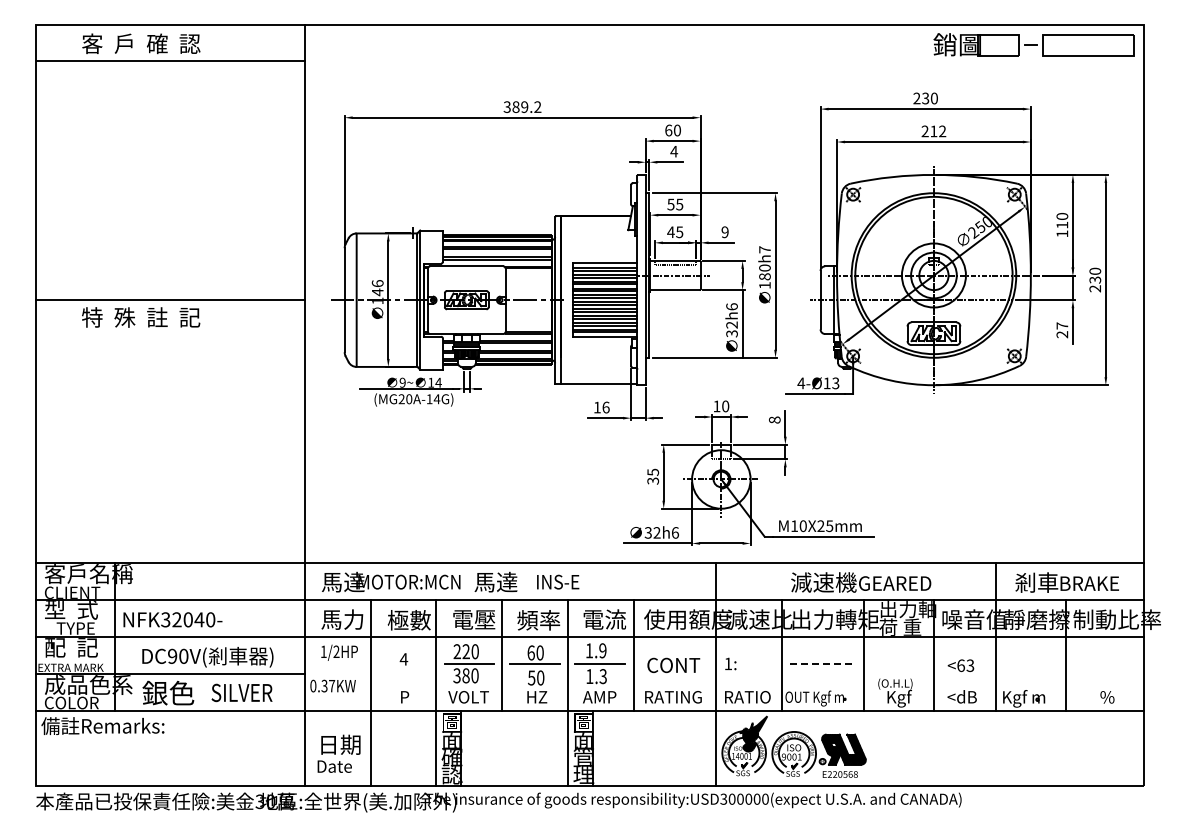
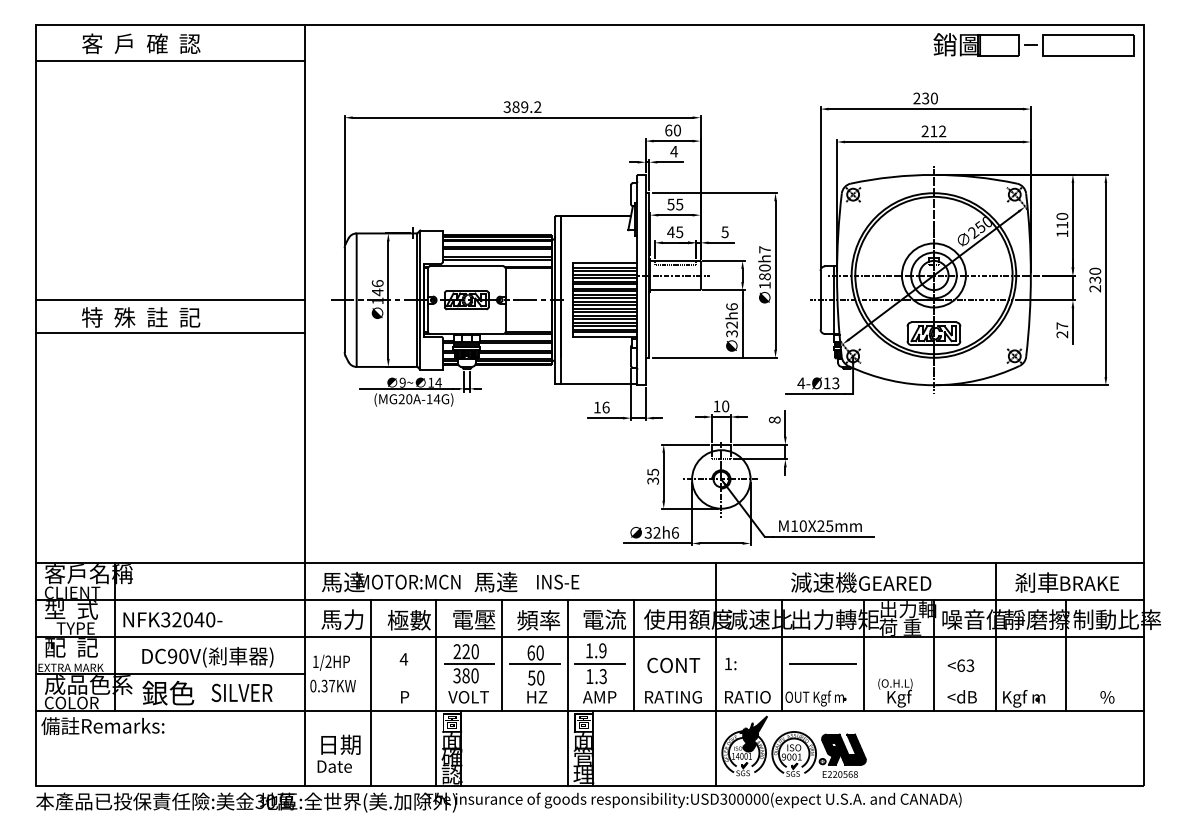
text at (724, 231): 9 -> 5
line at (169, 333): none -> present
text at (339, 652) position: (339, 652) -> (331, 662)
line at (823, 664): dashed -> solid
